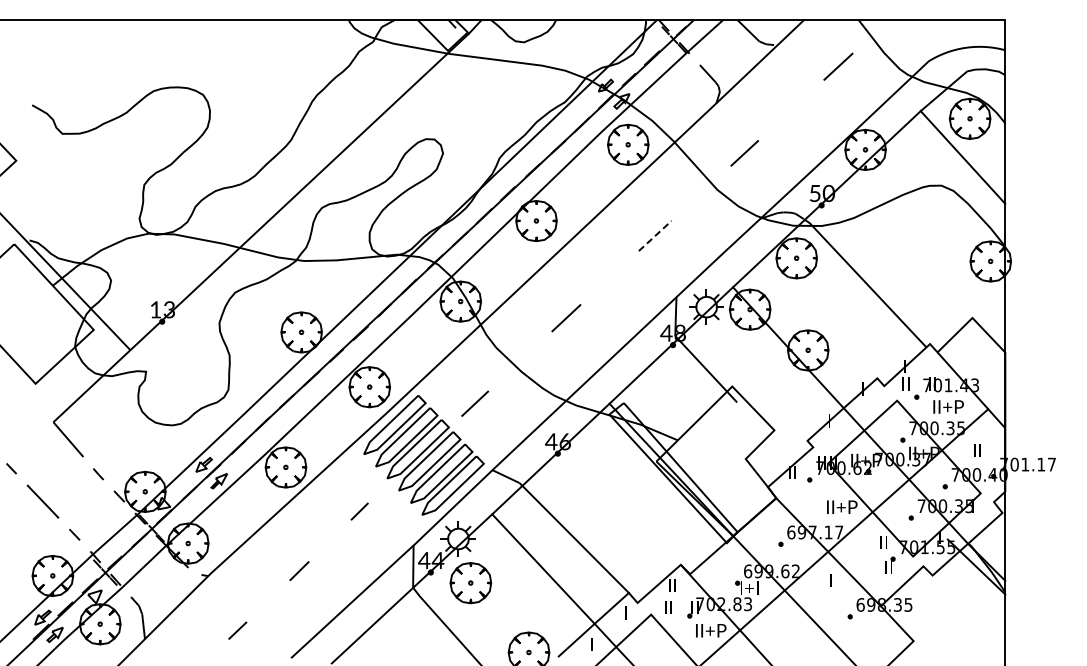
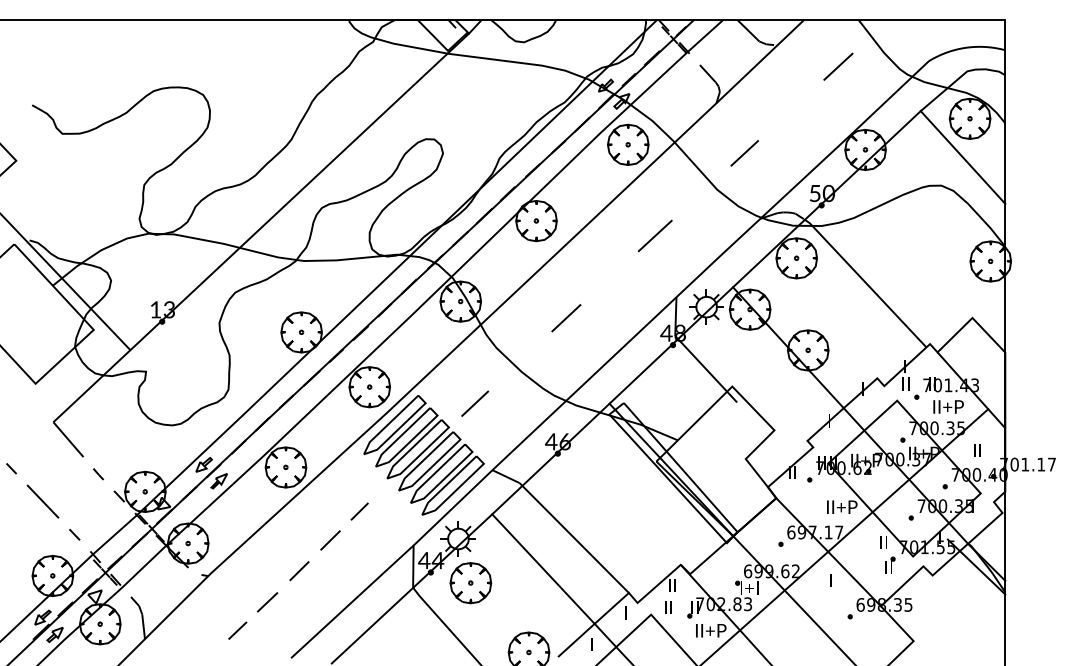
line at (655, 235): dashed -> solid
line at (330, 540): none -> present
line at (267, 602): none -> present
